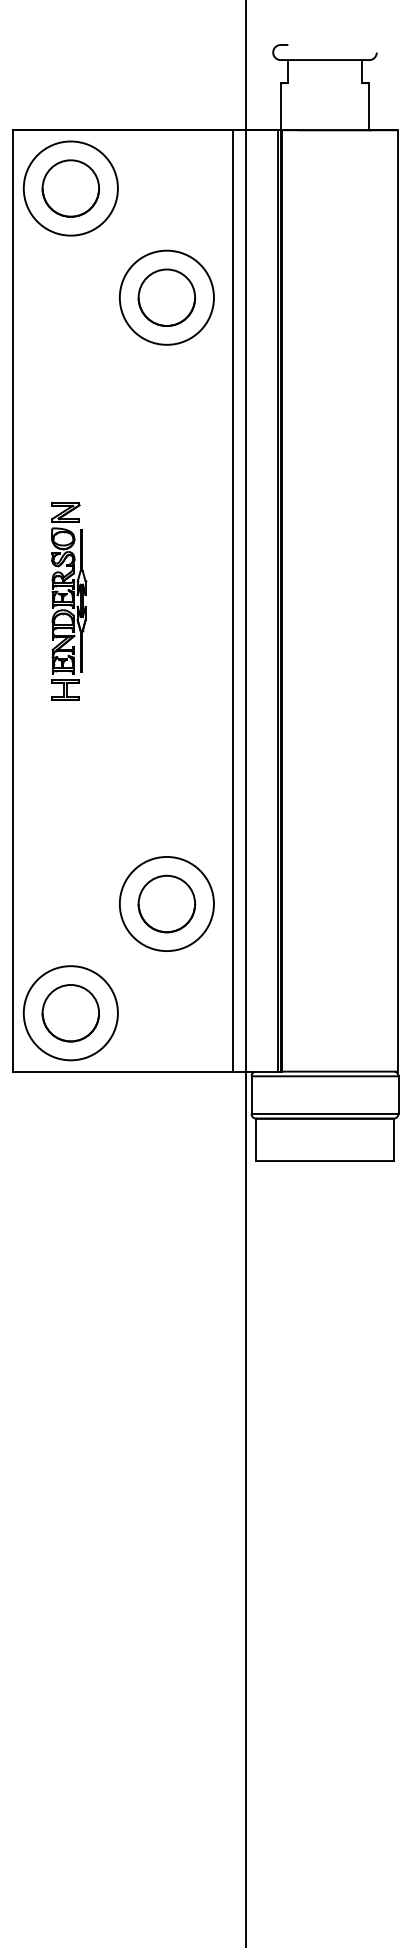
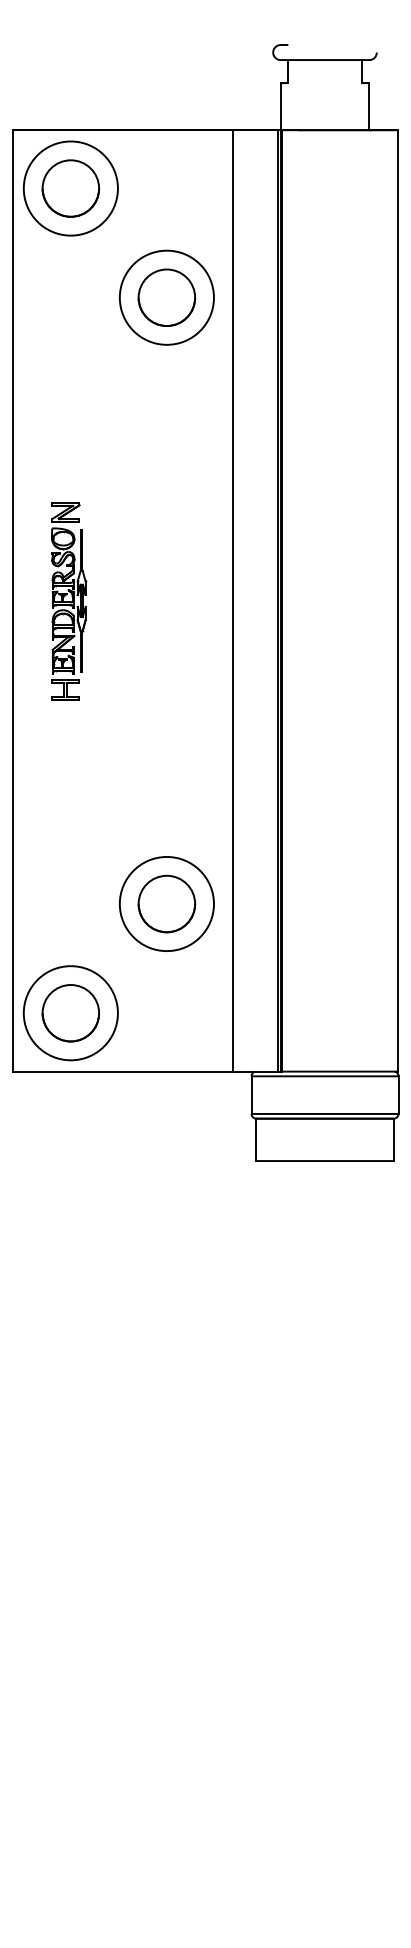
line at (246, 973): present -> none
